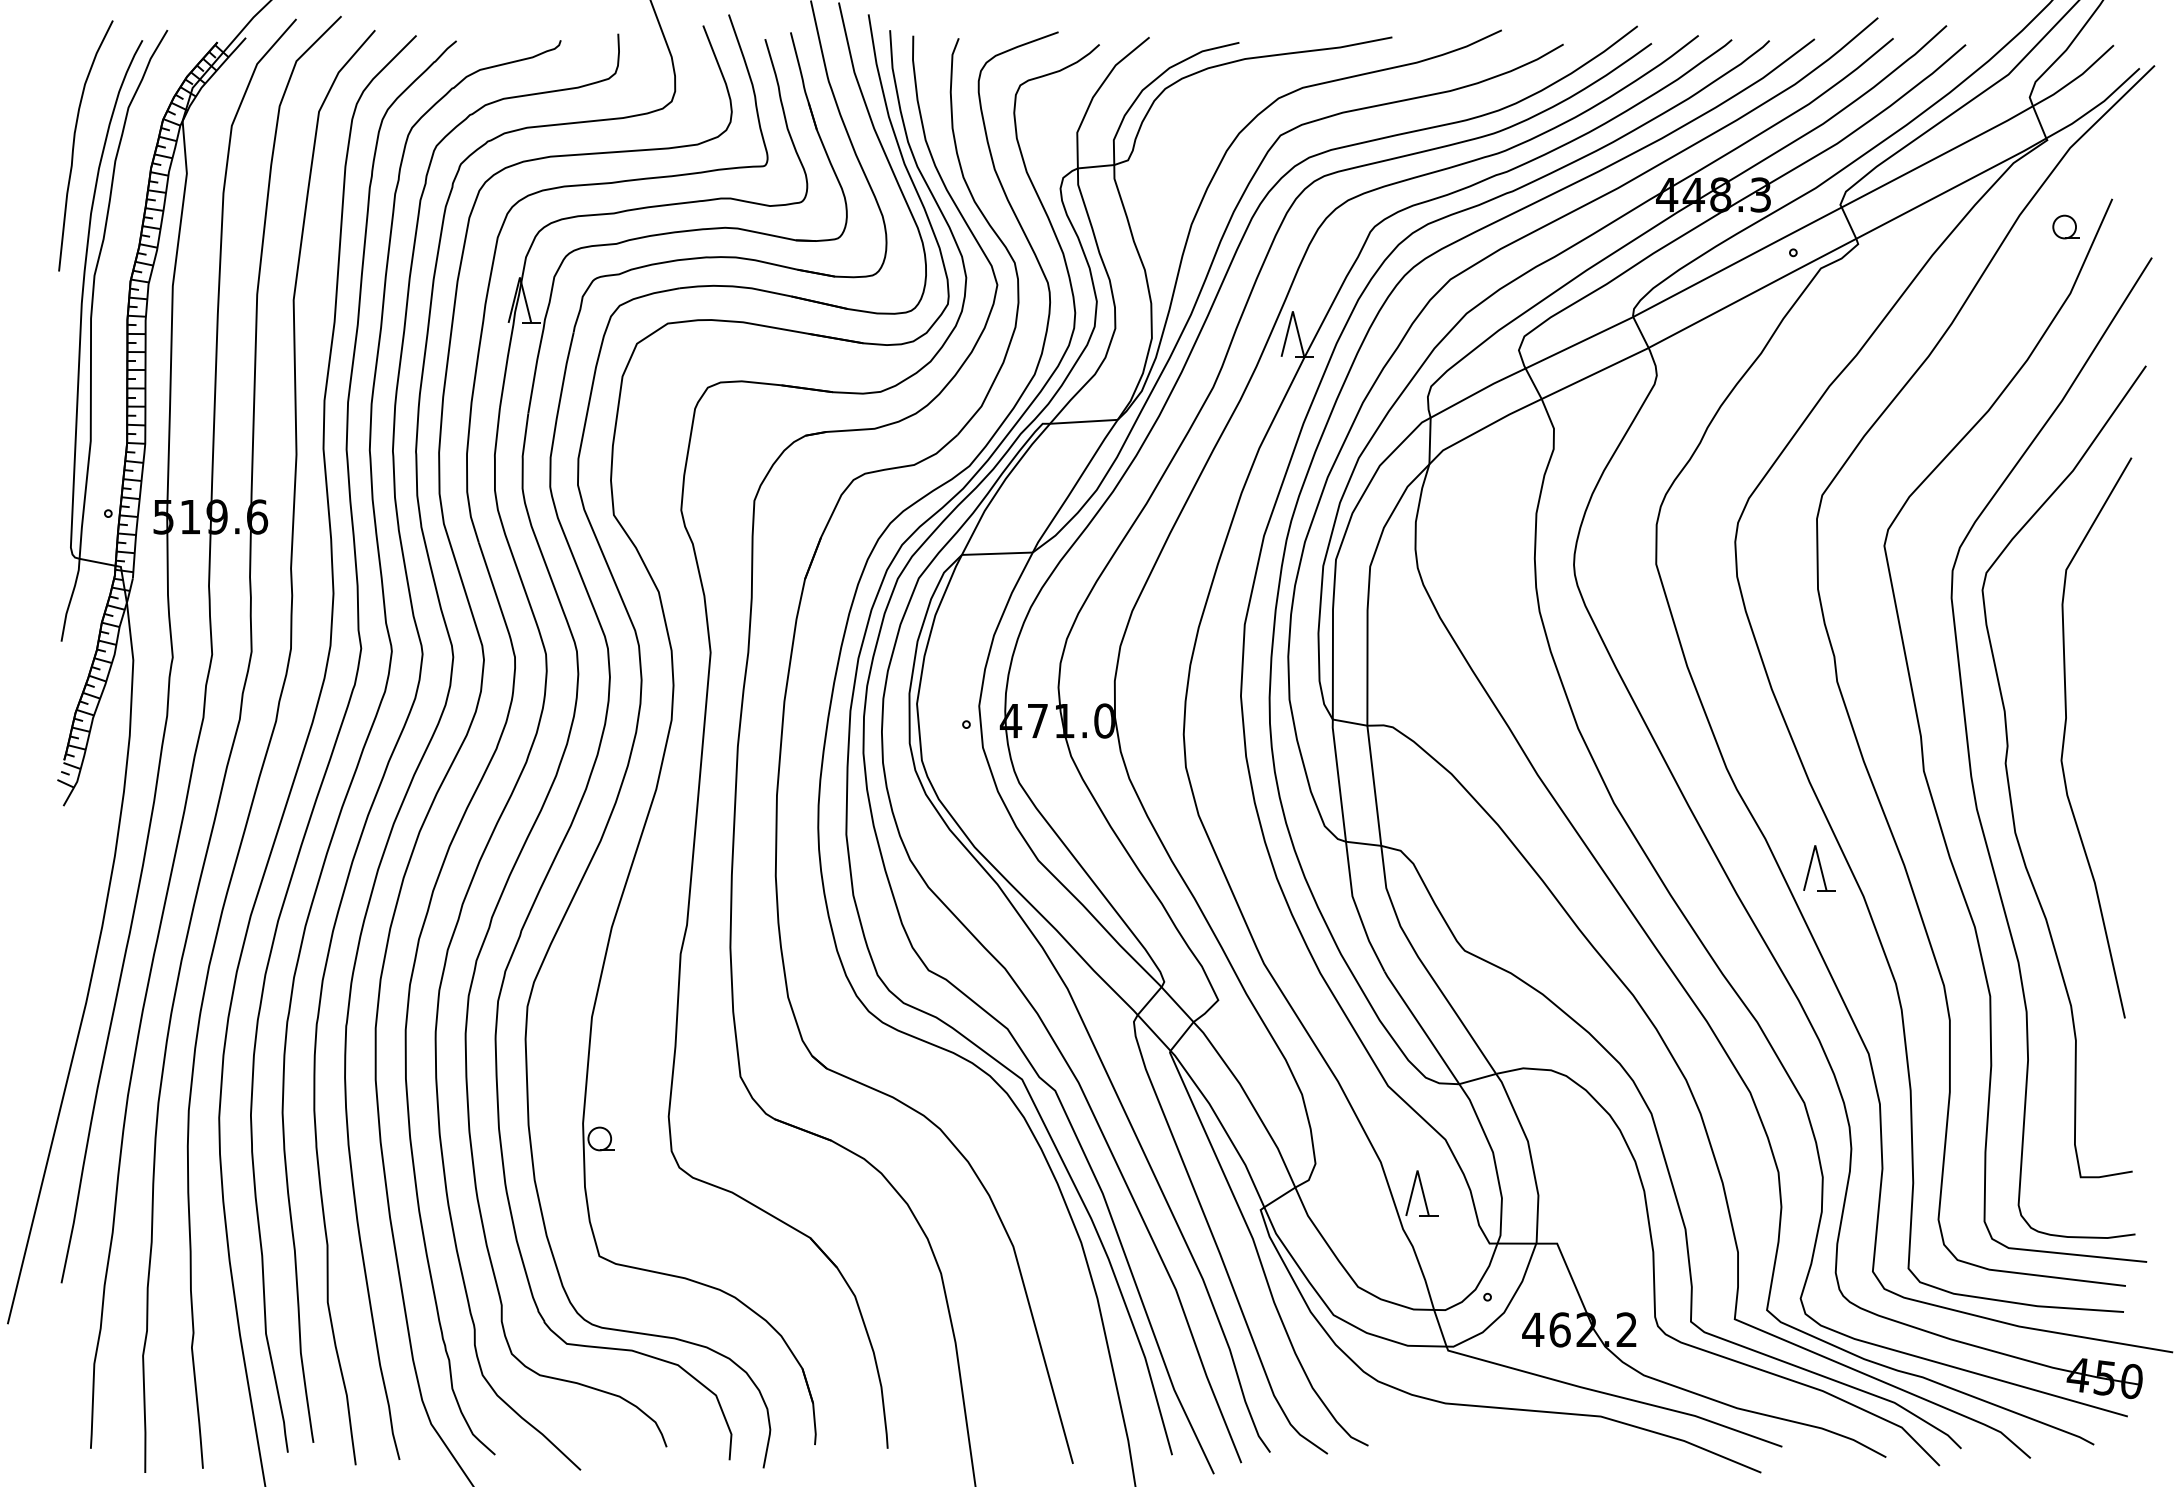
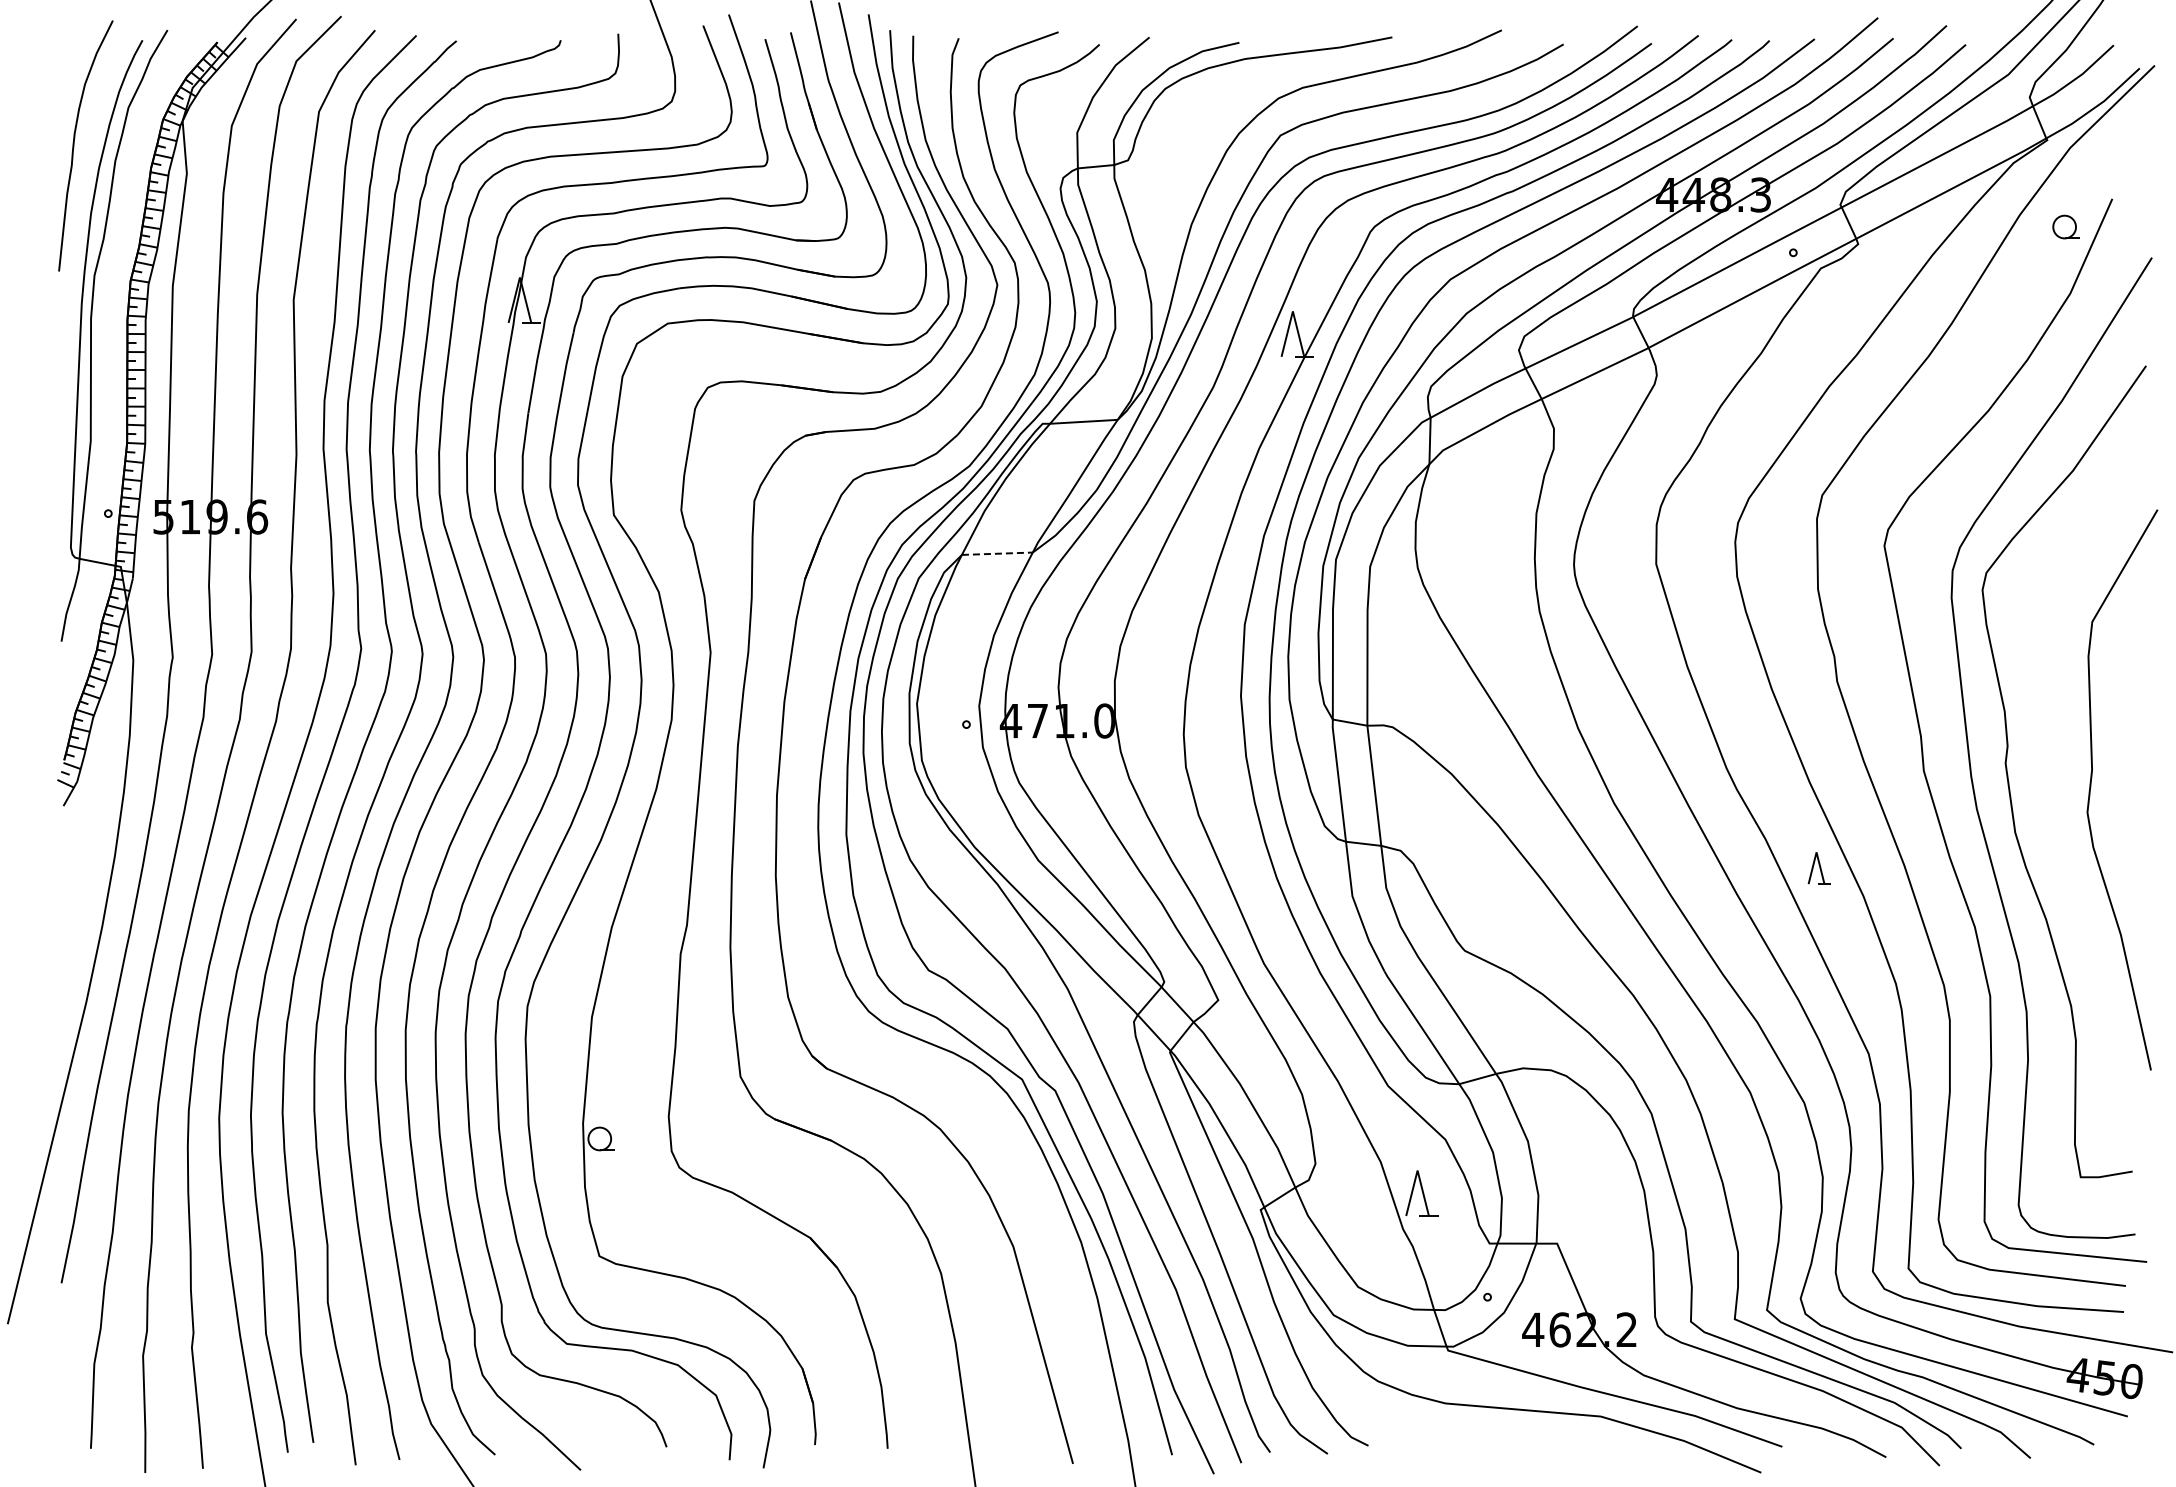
line at (997, 553): solid -> dashed
curve at (2065, 735) position: (2065, 735) -> (2091, 787)
part at (1819, 868) size: 33x47 px -> 24x33 px
